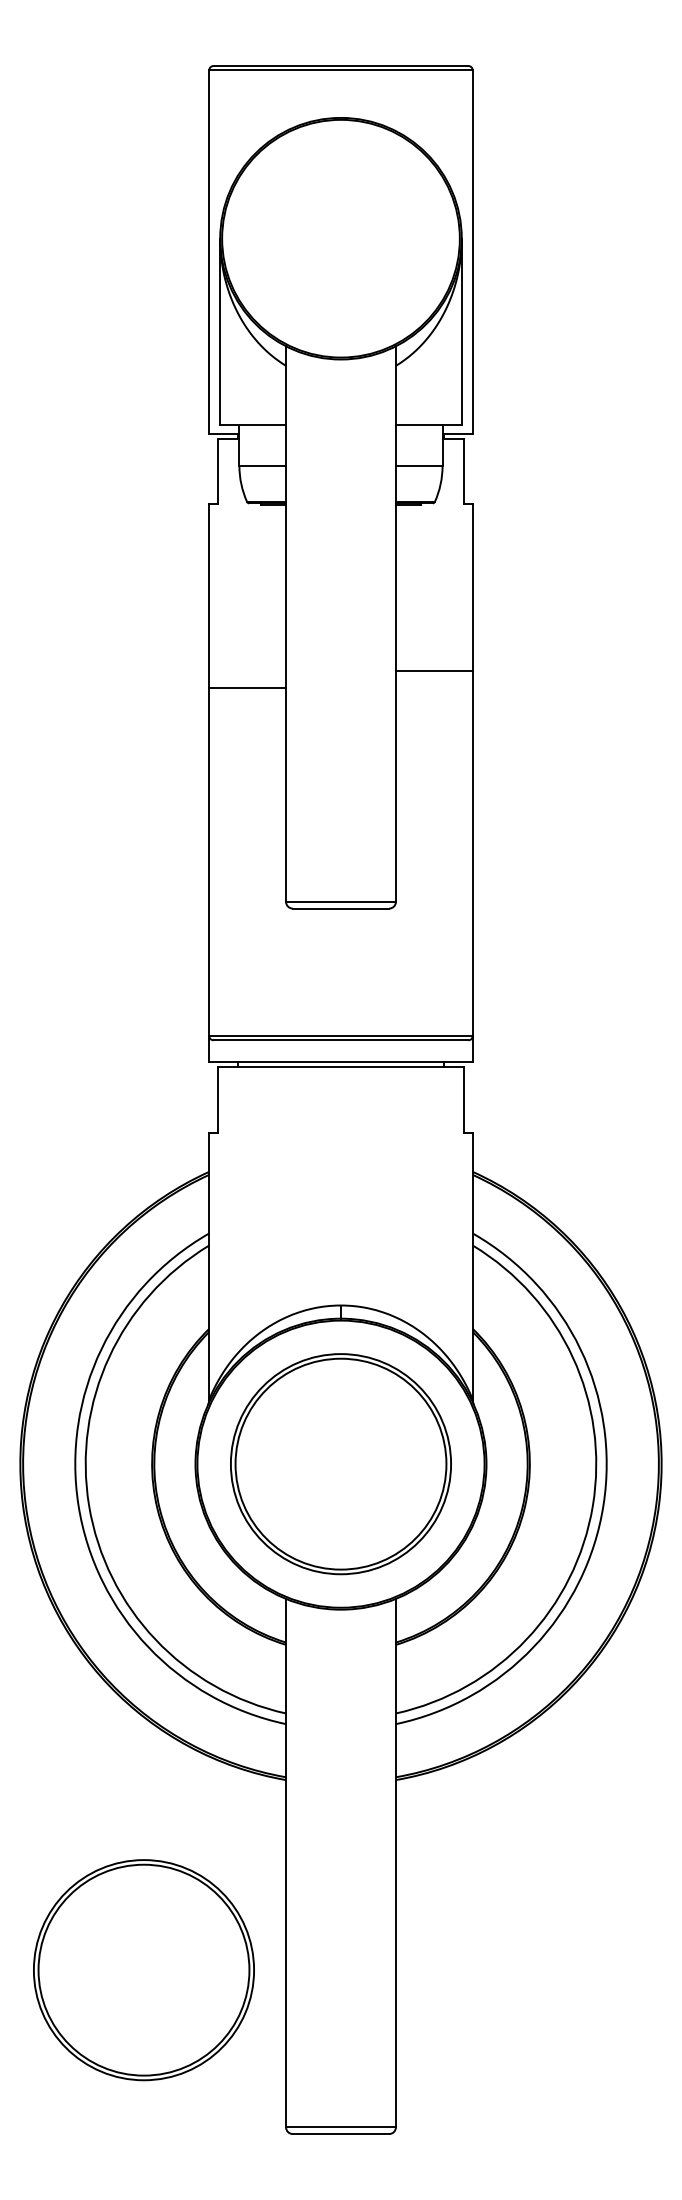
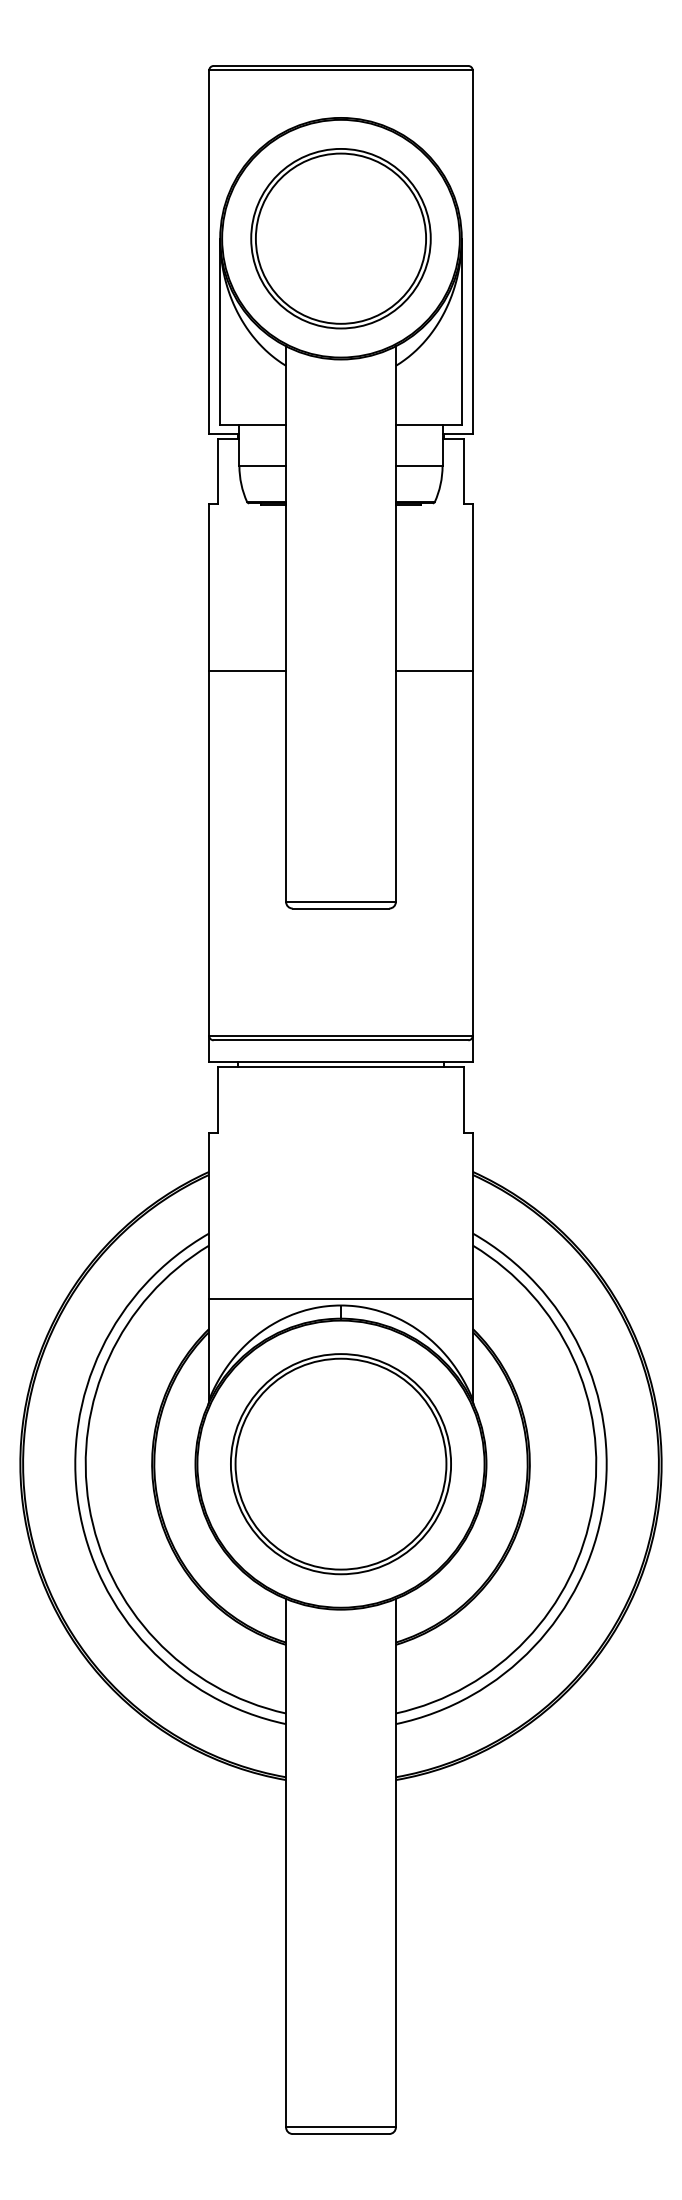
part at (340, 238): none -> present
line at (247, 688) position: (247, 688) -> (247, 671)
line at (340, 1299): none -> present
part at (143, 1970): present -> none
